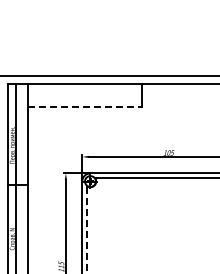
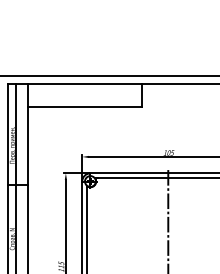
line at (84, 106): dashed -> solid
line at (168, 220): none -> present
line at (87, 230): dashed -> solid
